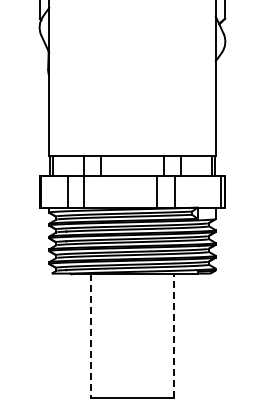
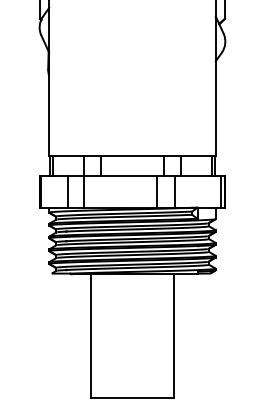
line at (90, 335): dashed -> solid
line at (174, 335): dashed -> solid
